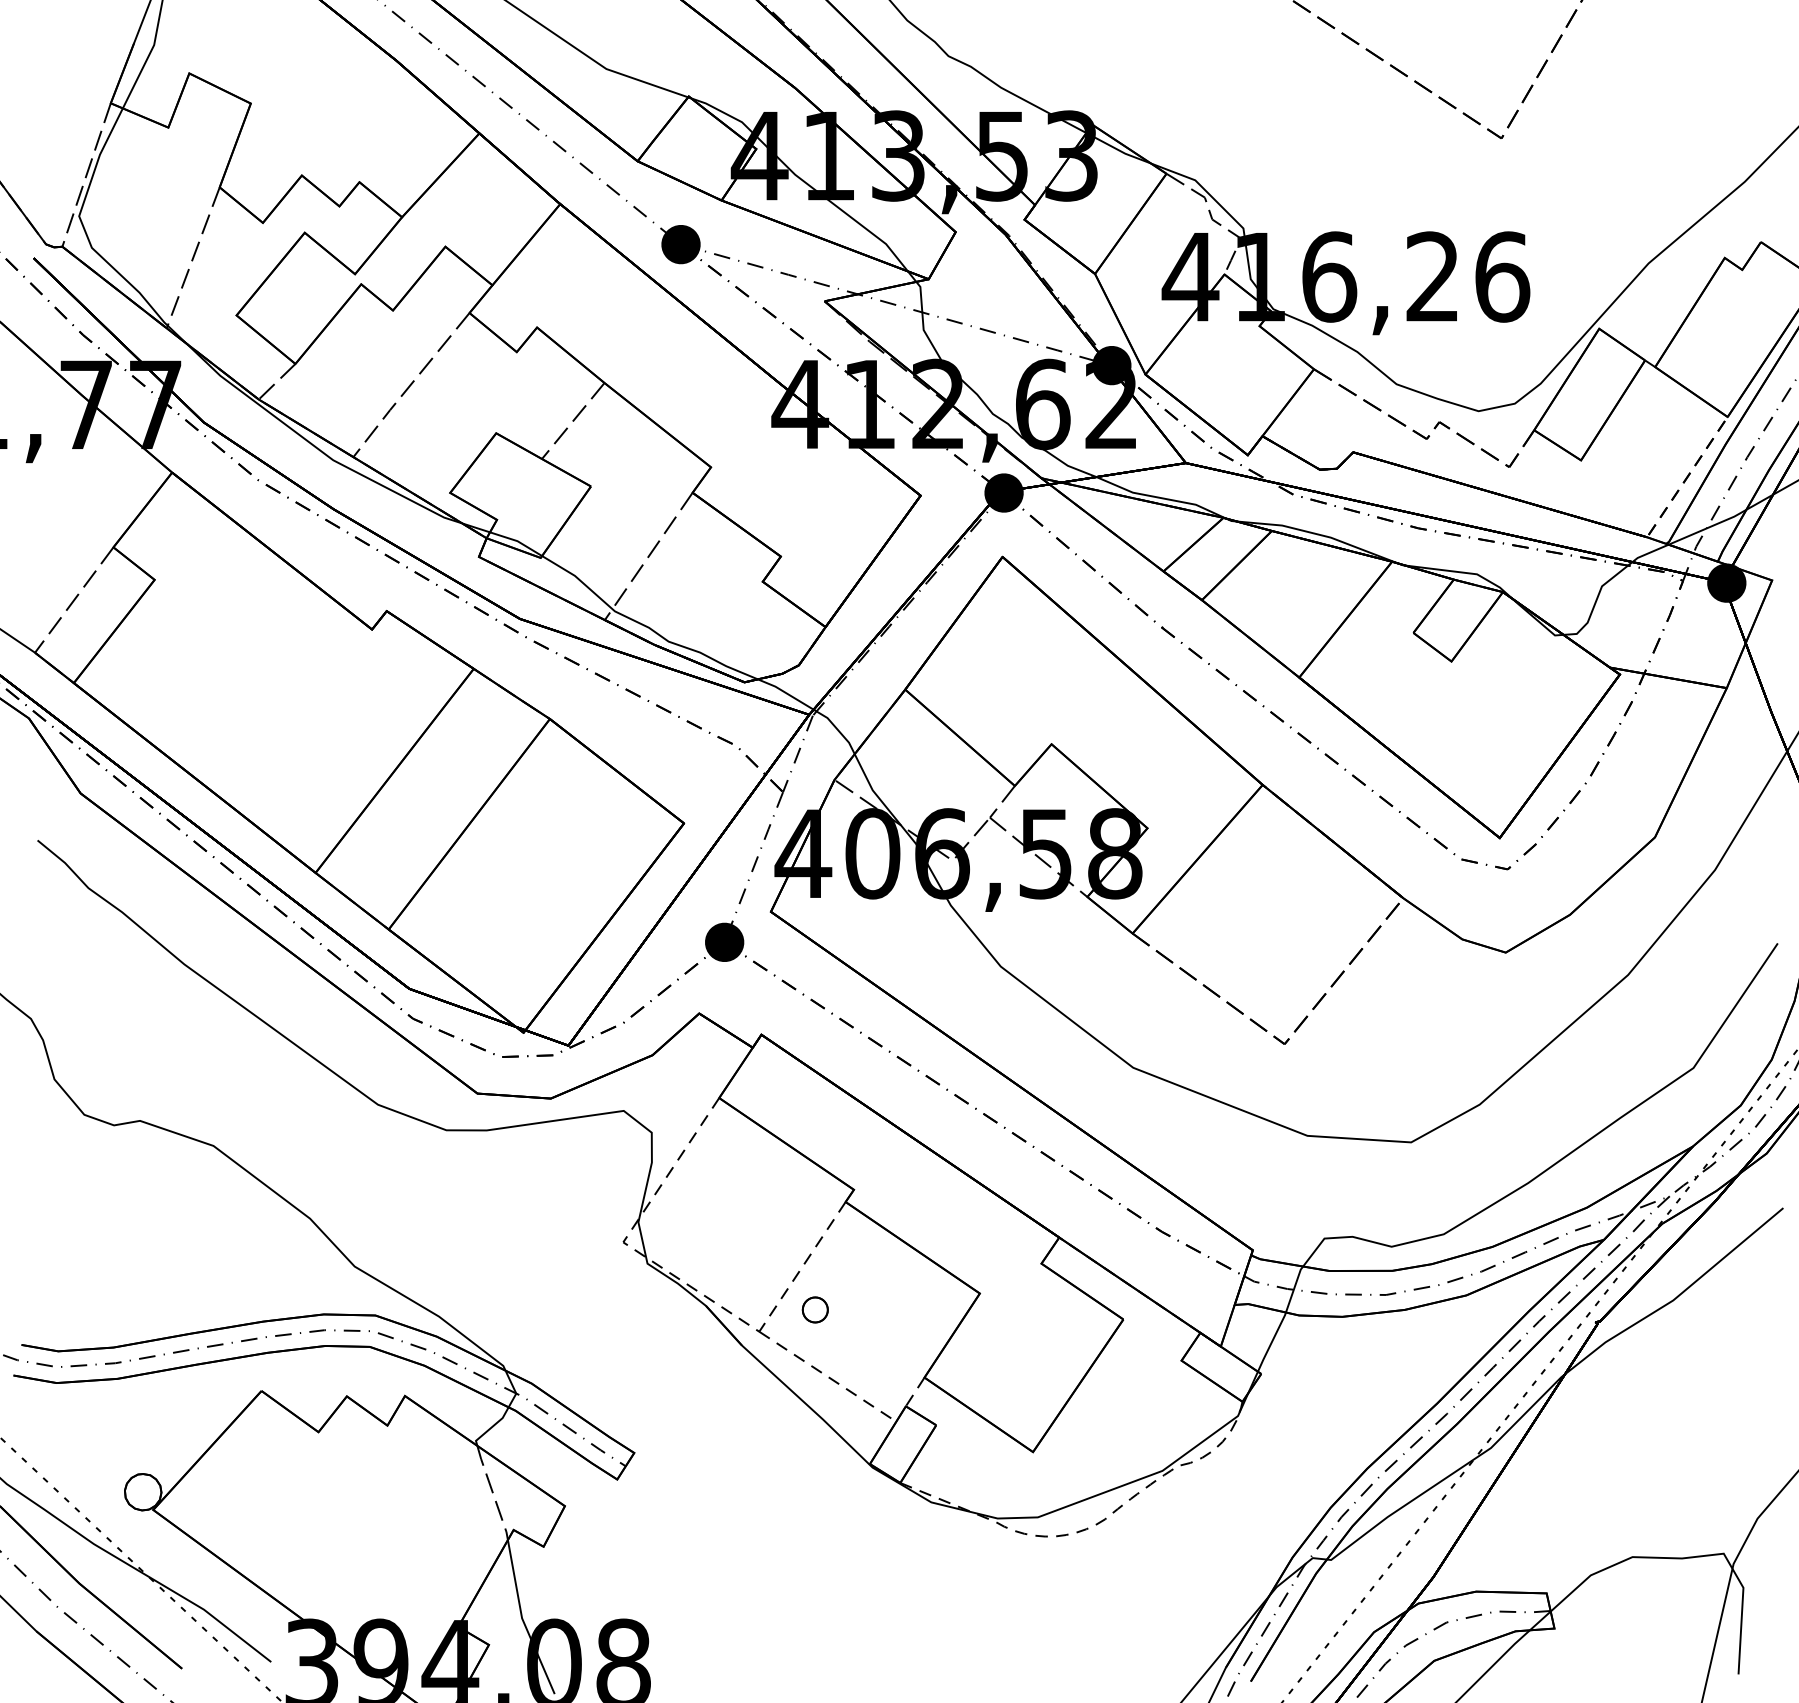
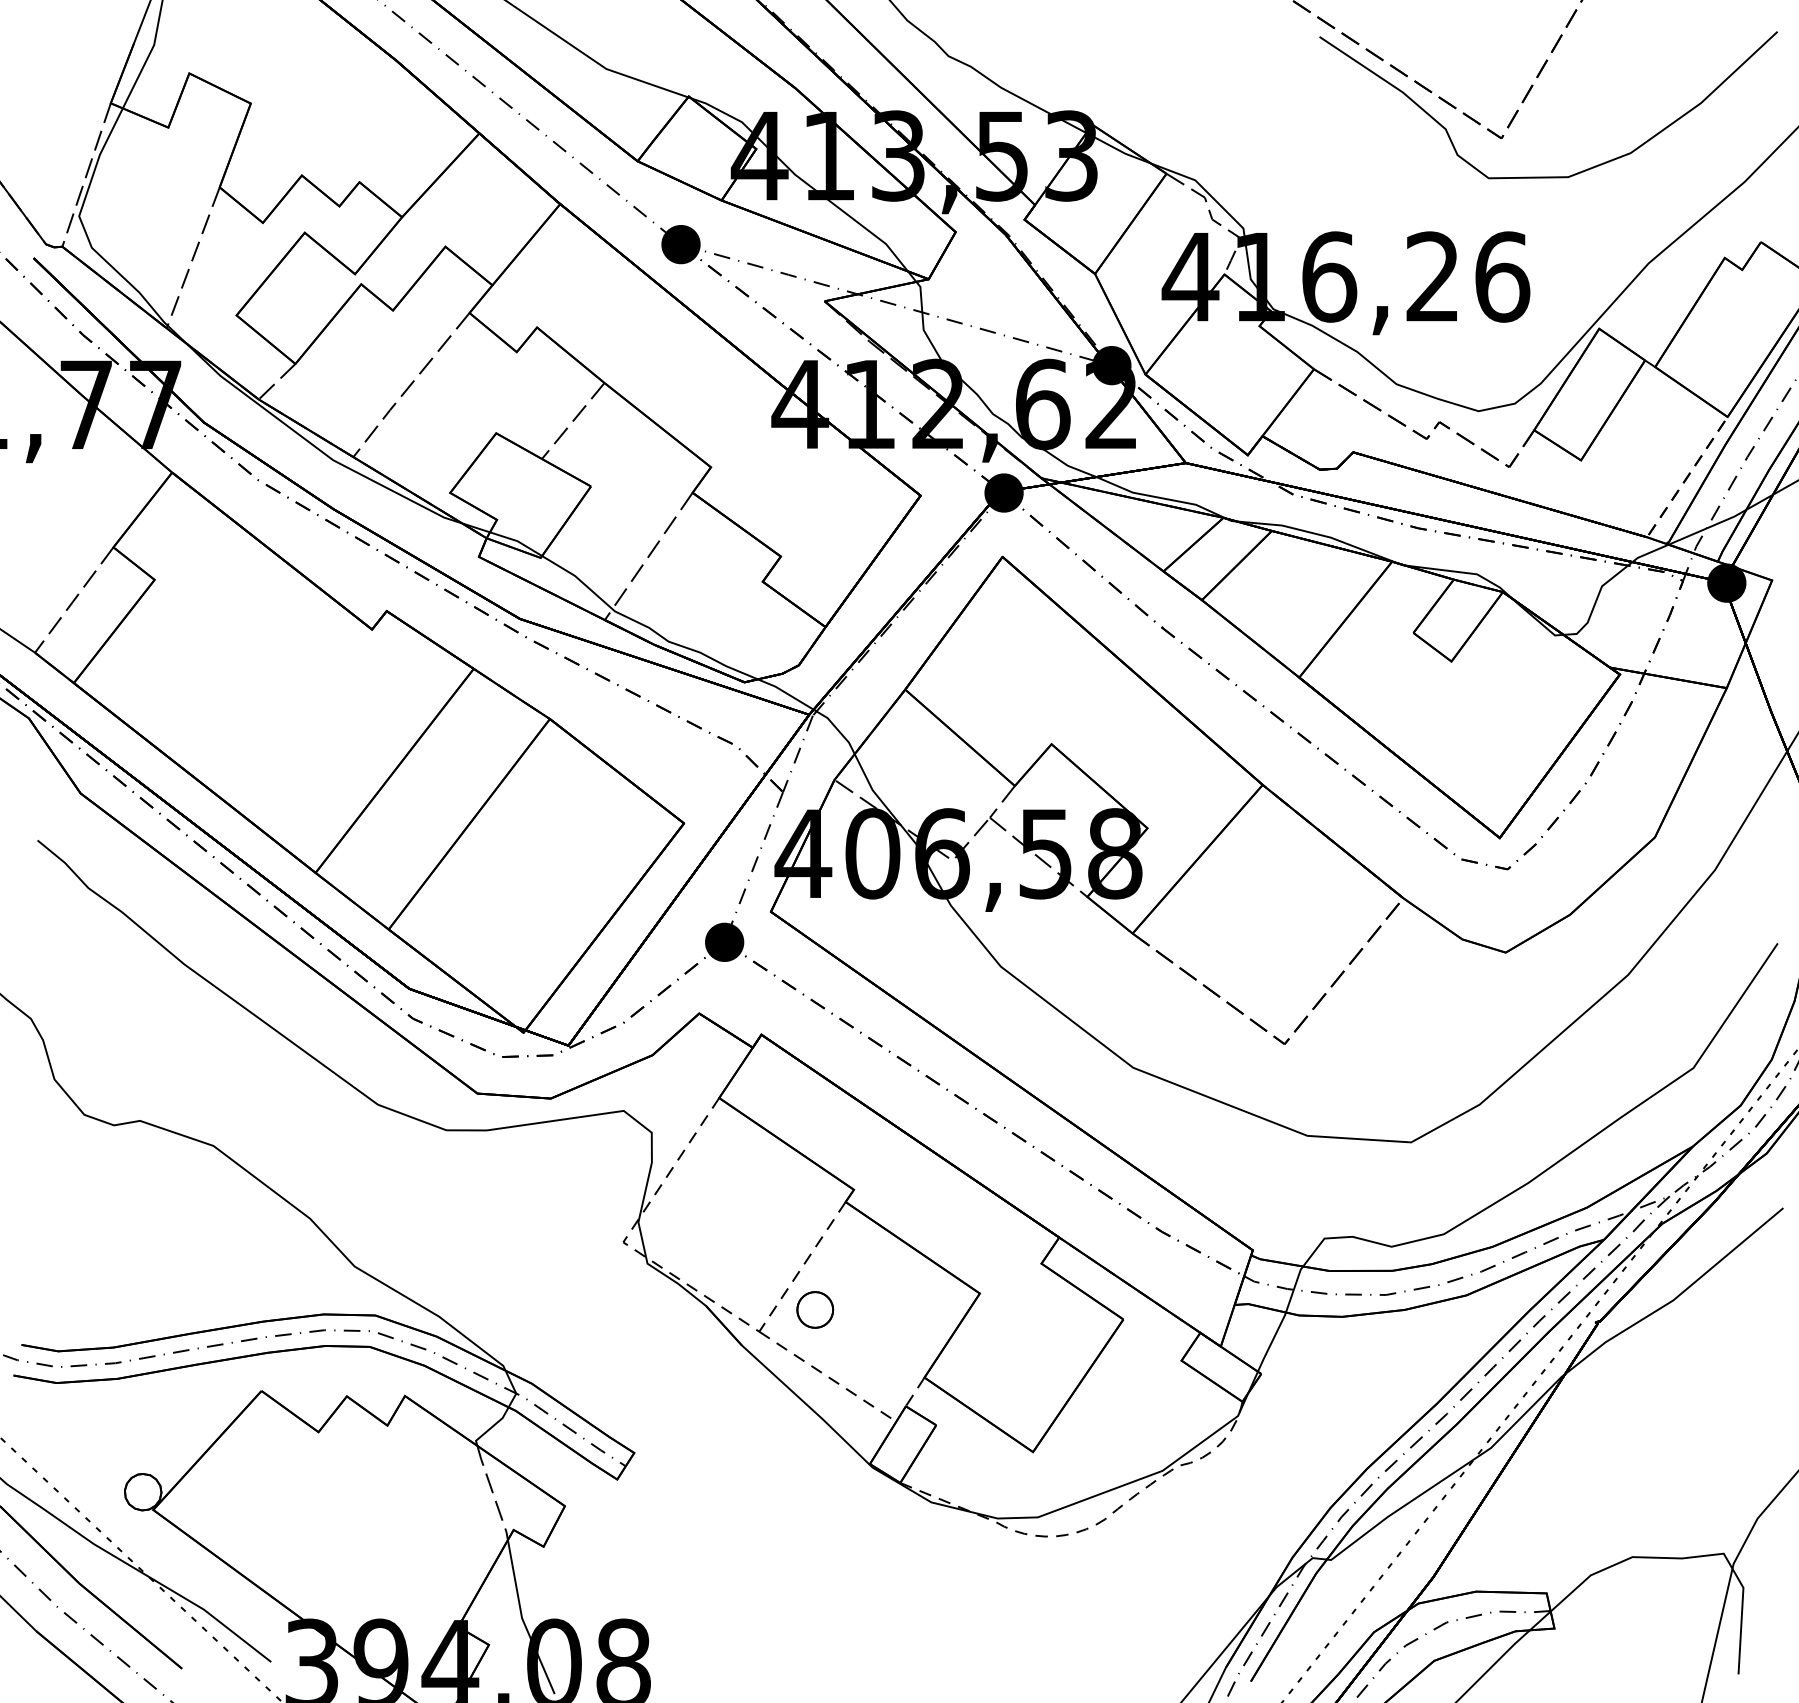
curve at (1548, 176): none -> present
part at (814, 1309) size: 28x28 px -> 39x38 px
